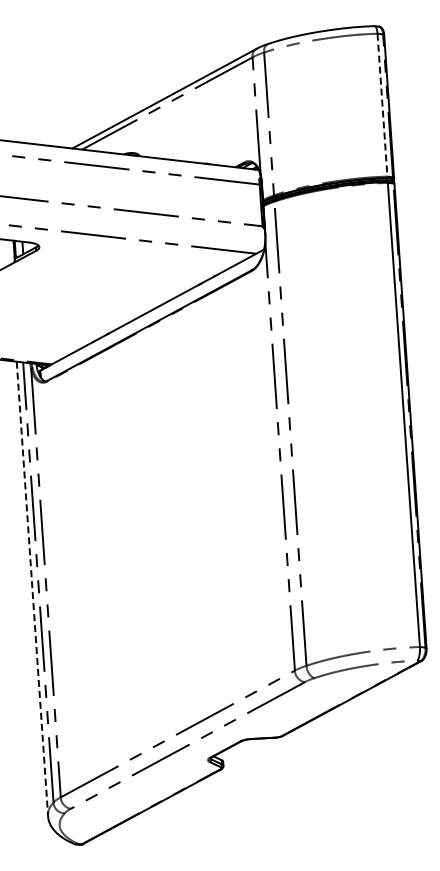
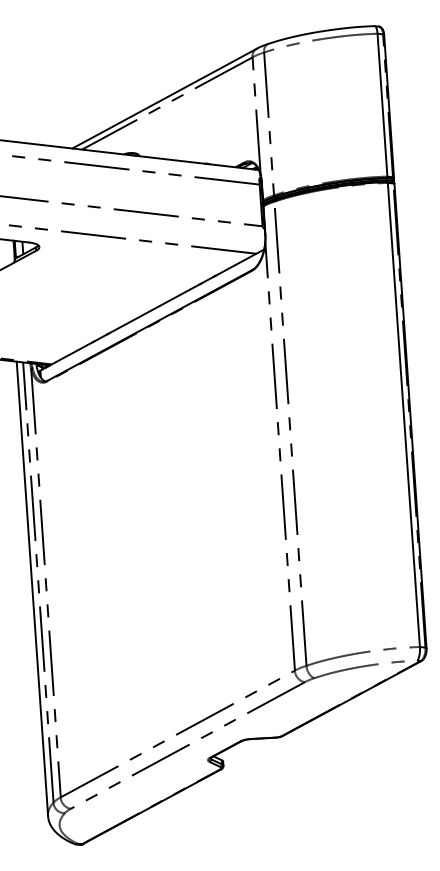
line at (382, 105): dashed -> solid
line at (32, 588): dashed -> solid
